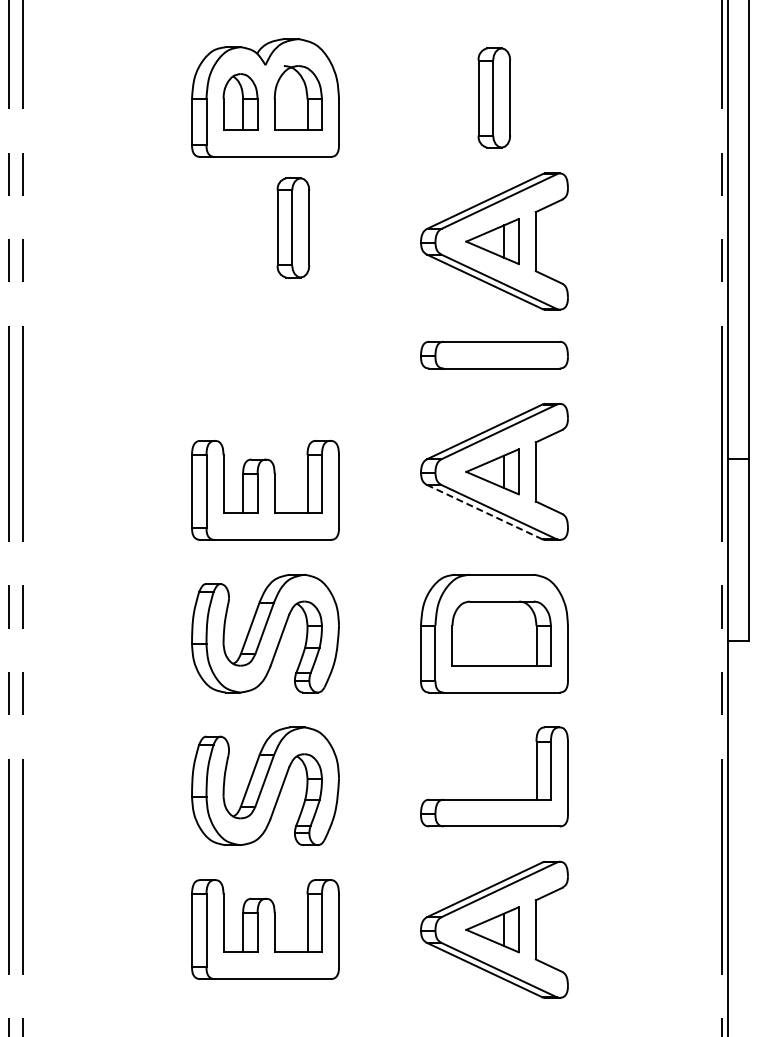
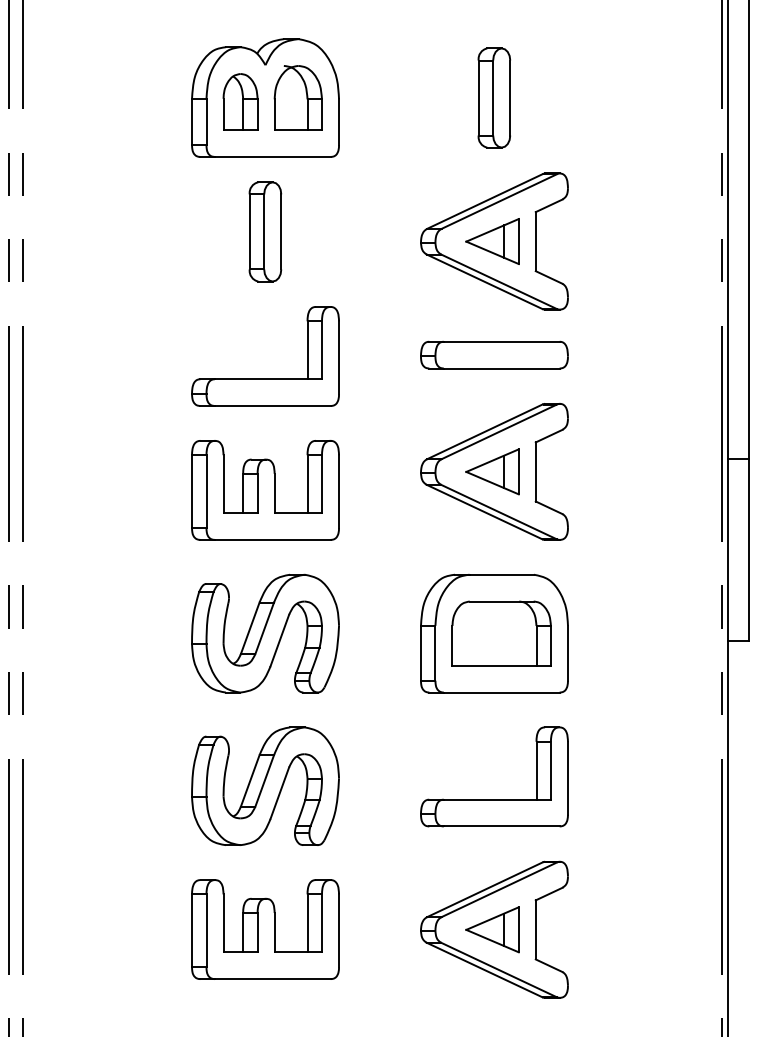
part at (293, 227) position: (293, 227) -> (265, 231)
part at (265, 378): none -> present
line at (484, 512): dashed -> solid
